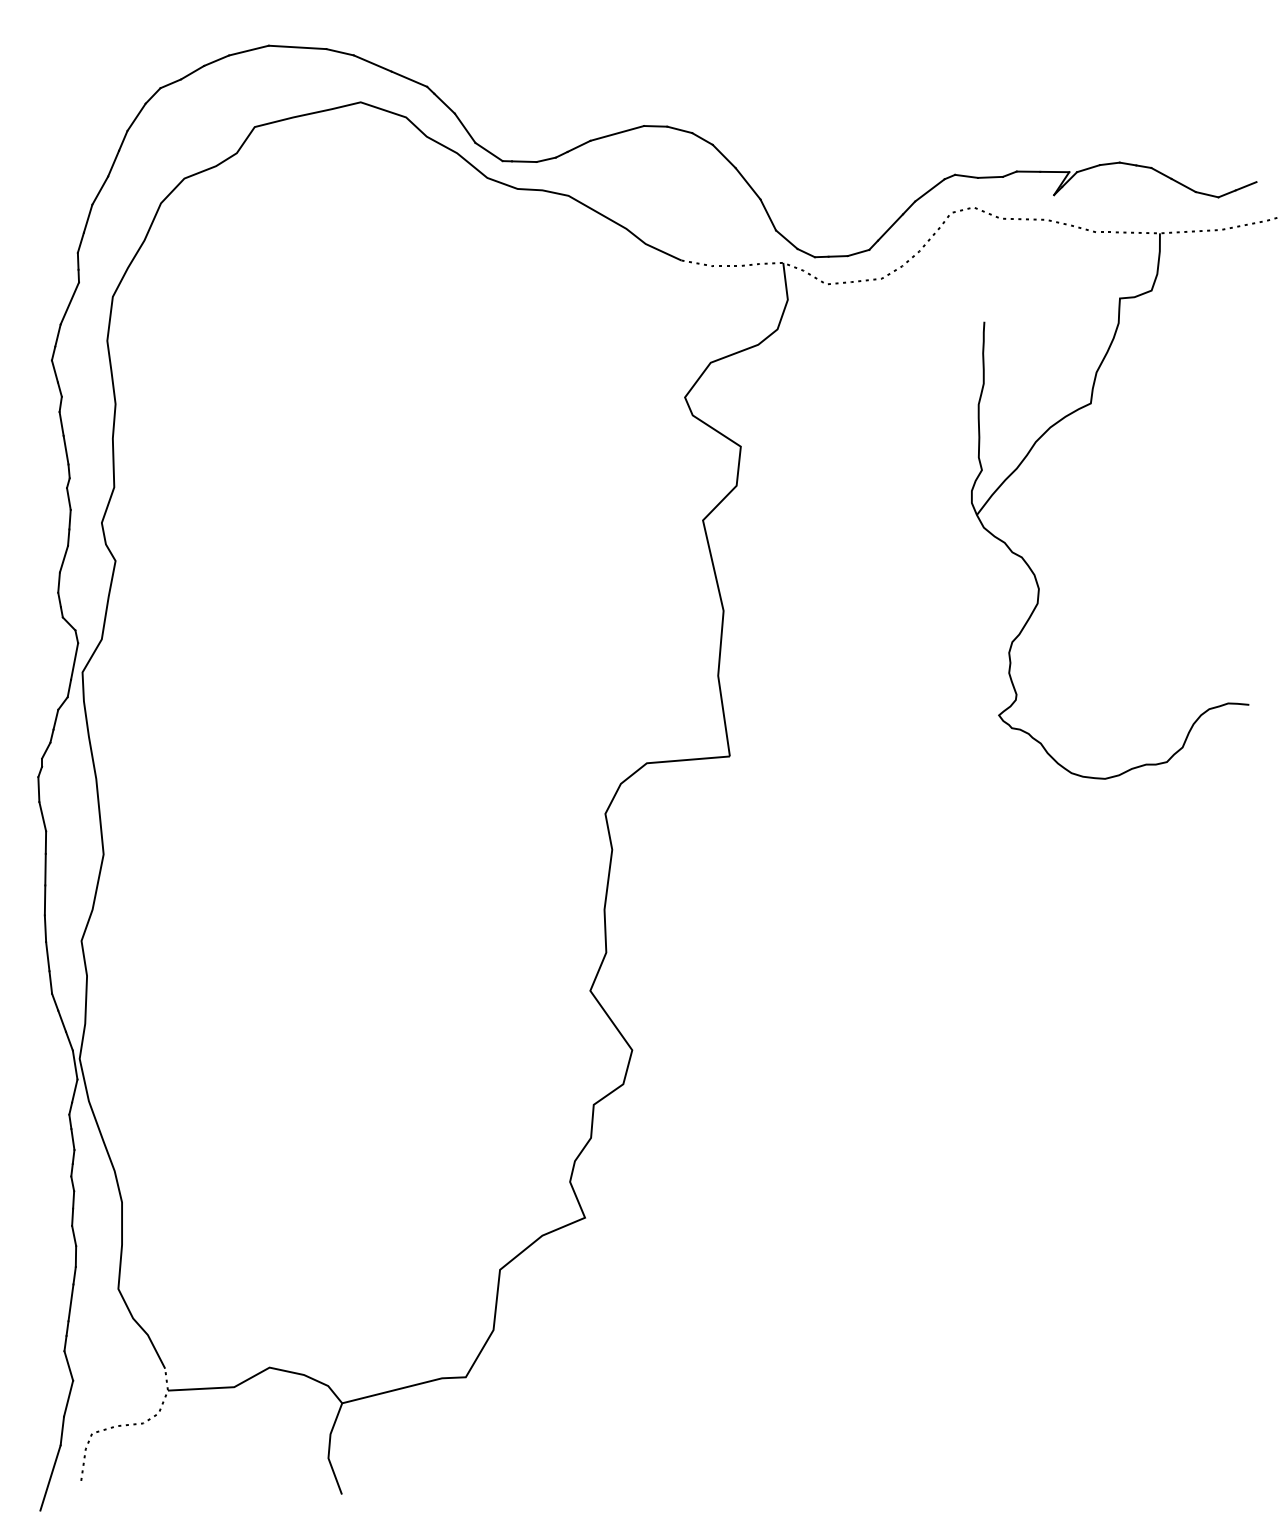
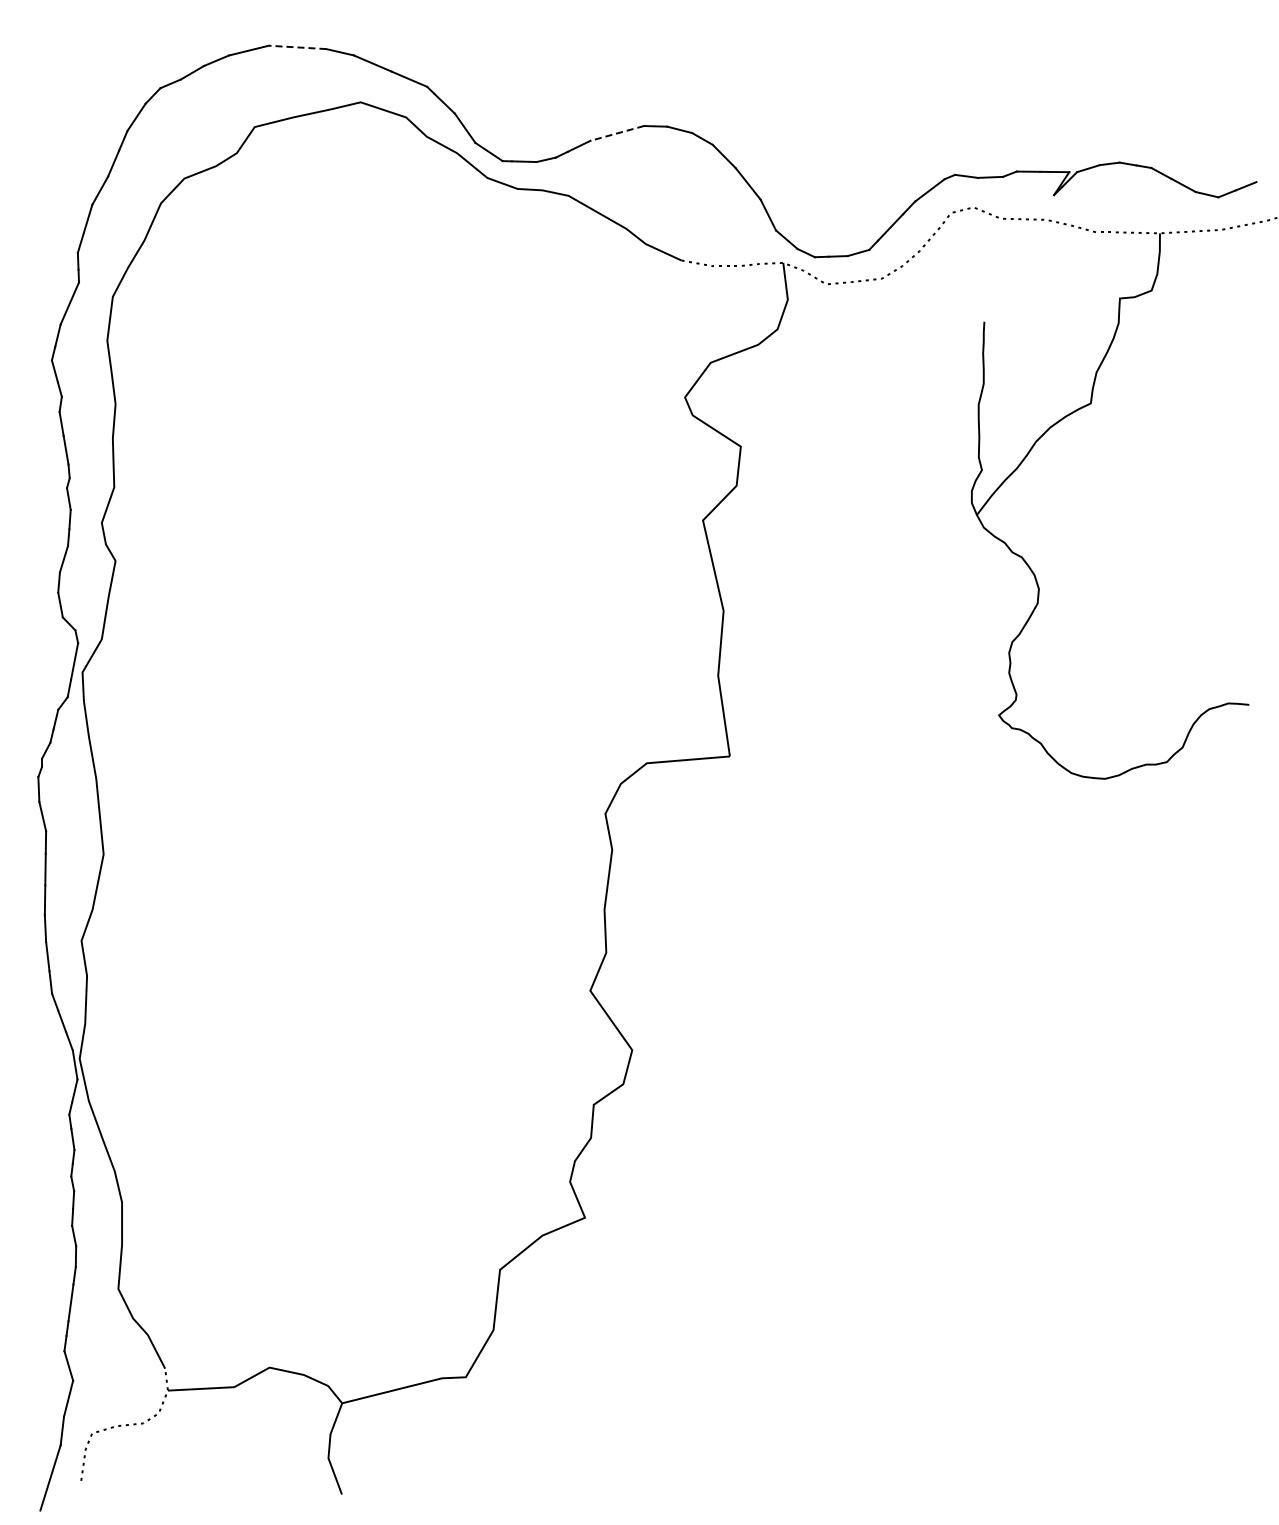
line at (297, 47): solid -> dashed
line at (617, 133): solid -> dashed
